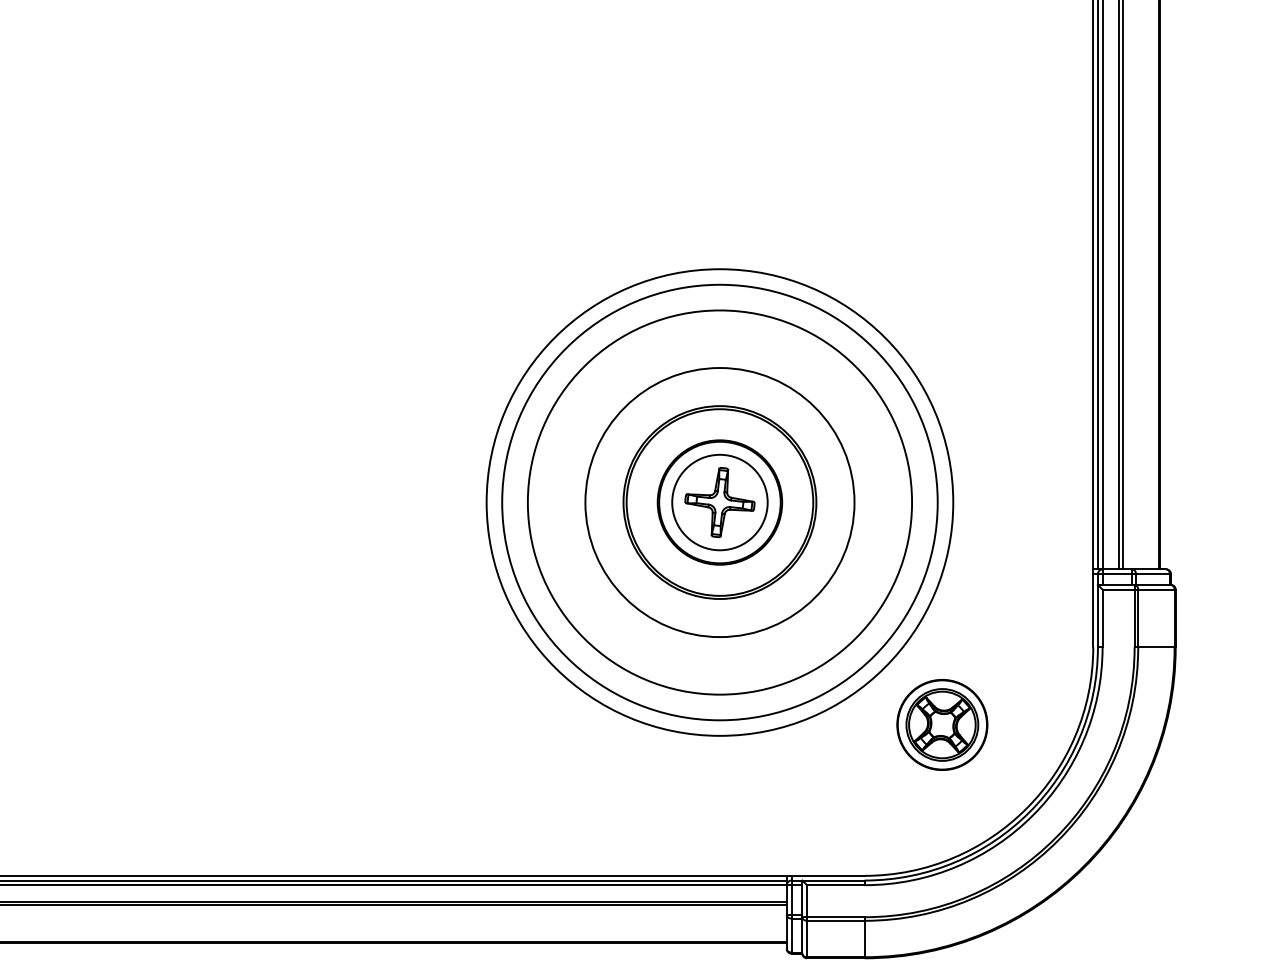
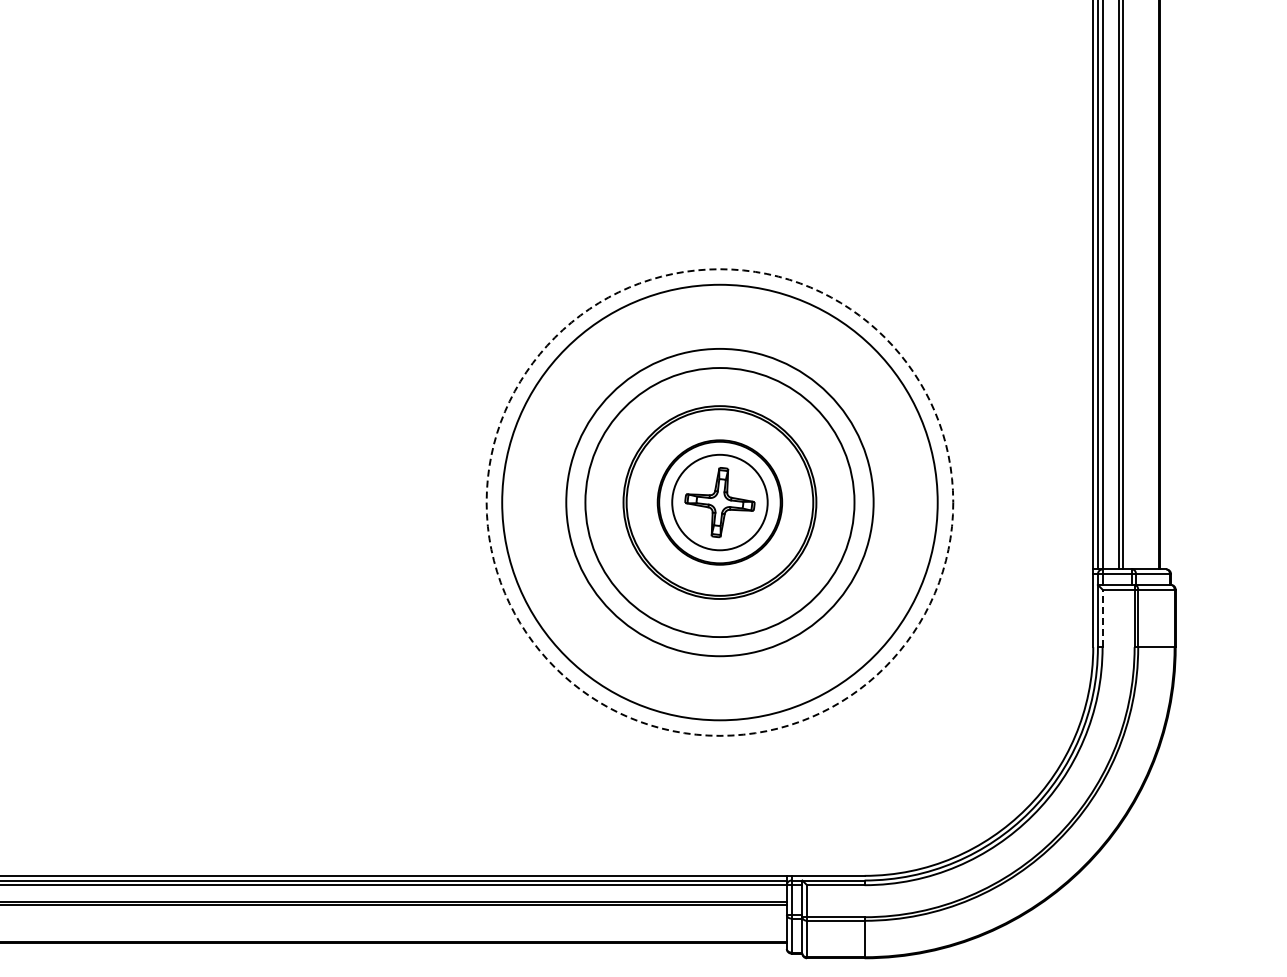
circle at (719, 502) diameter: 384 px -> 307 px
circle at (719, 502): solid -> dashed
line at (1102, 618): solid -> dashed
part at (942, 724): present -> none
